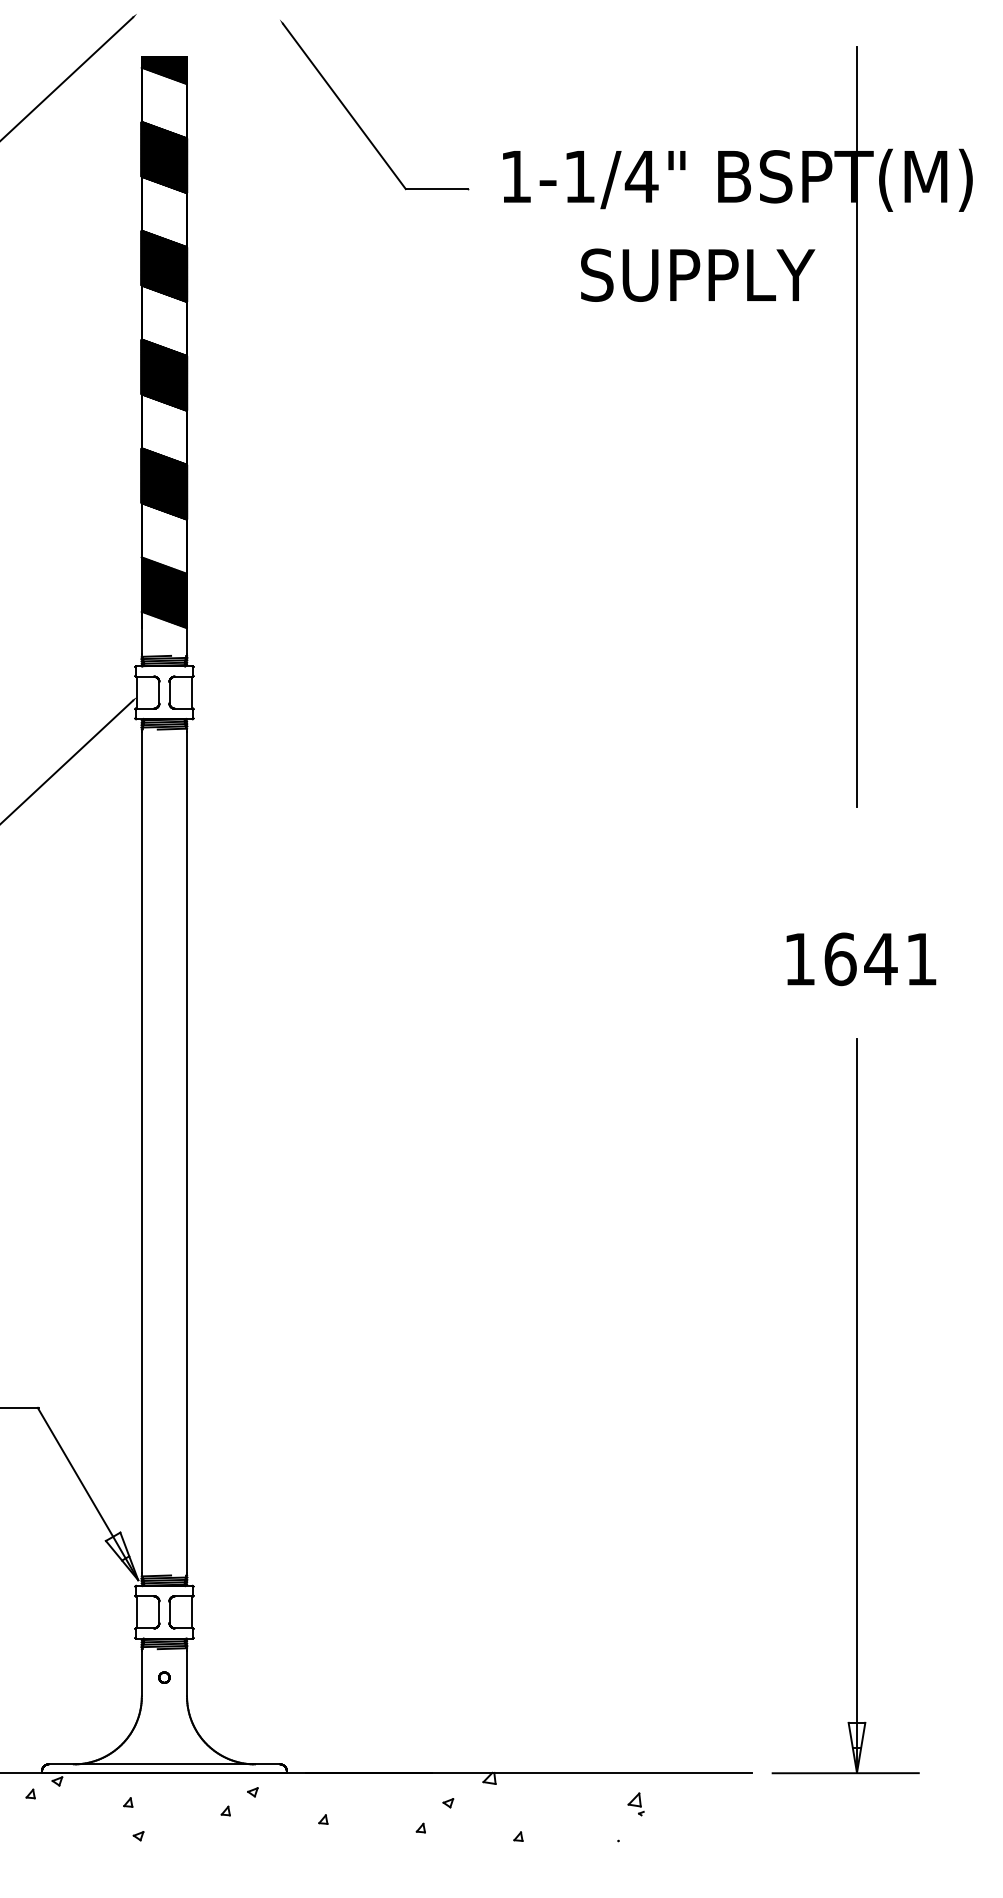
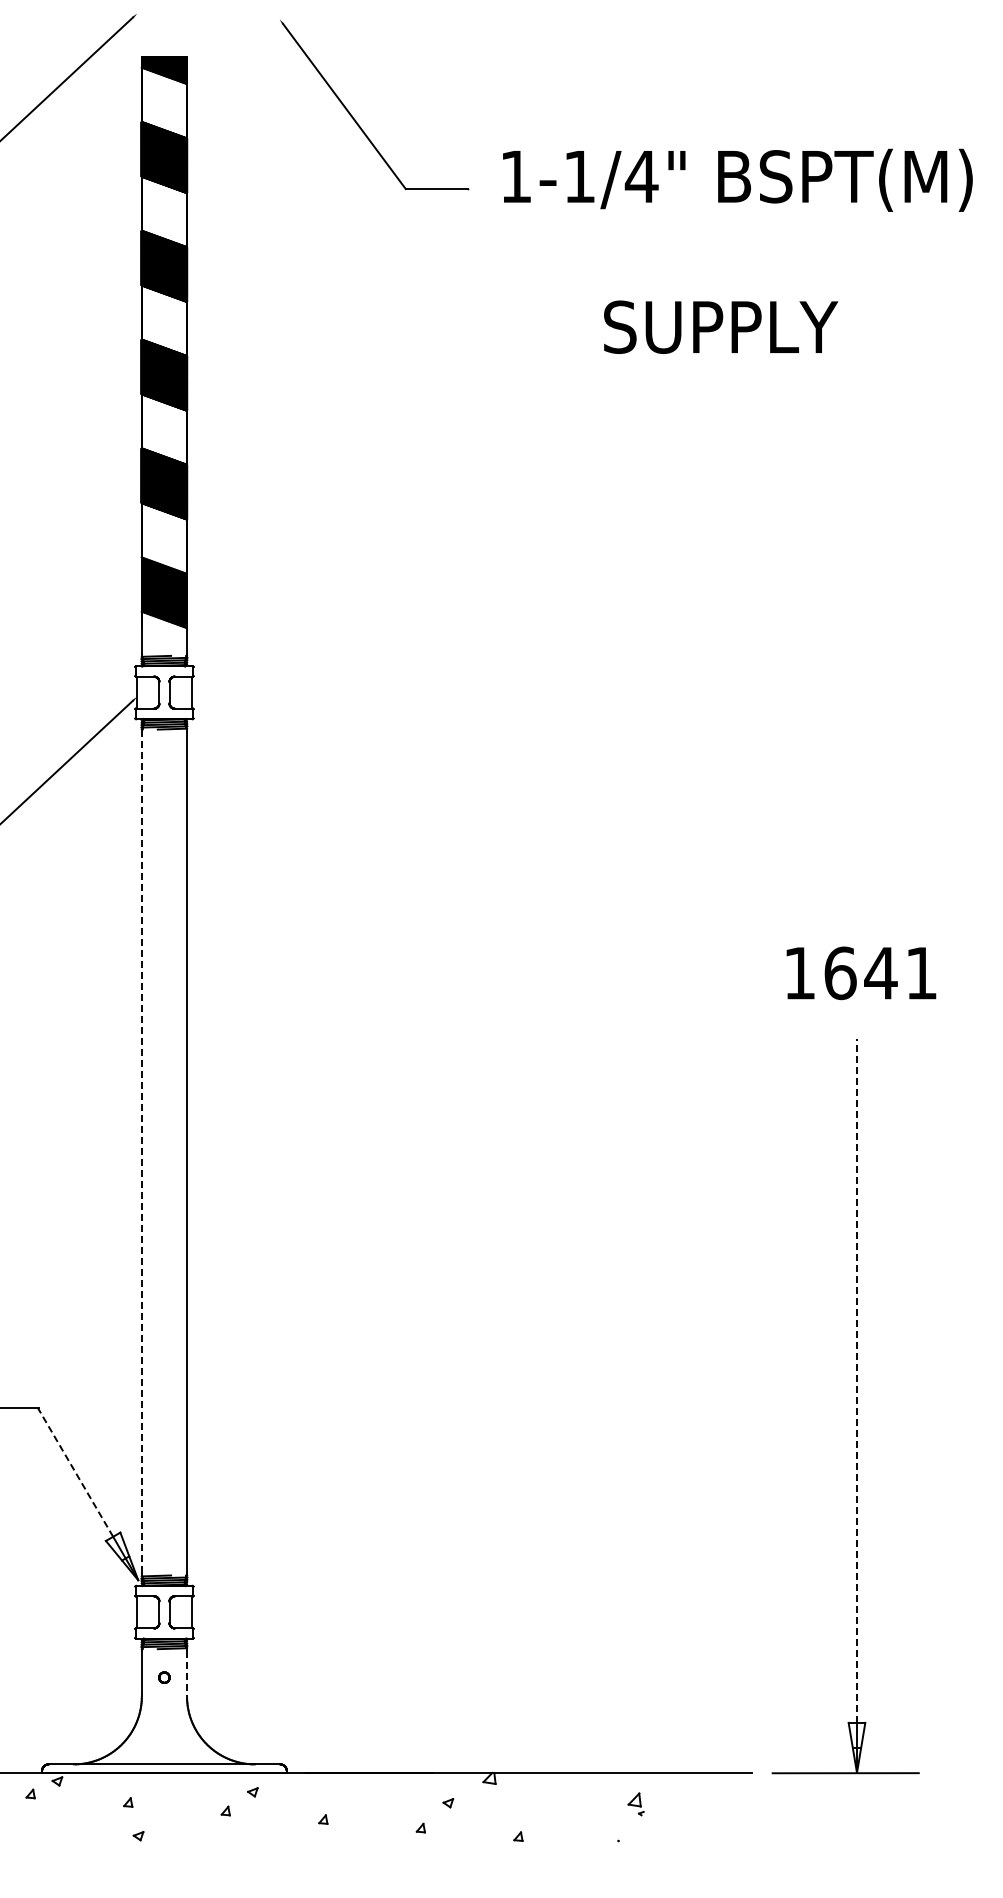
text at (698, 274) position: (698, 274) -> (721, 326)
line at (857, 426): present -> none
text at (861, 959) position: (861, 959) -> (861, 973)
line at (141, 1152): solid -> dashed
line at (857, 1381): solid -> dashed
line at (75, 1472): solid -> dashed
line at (187, 1673): solid -> dashed
